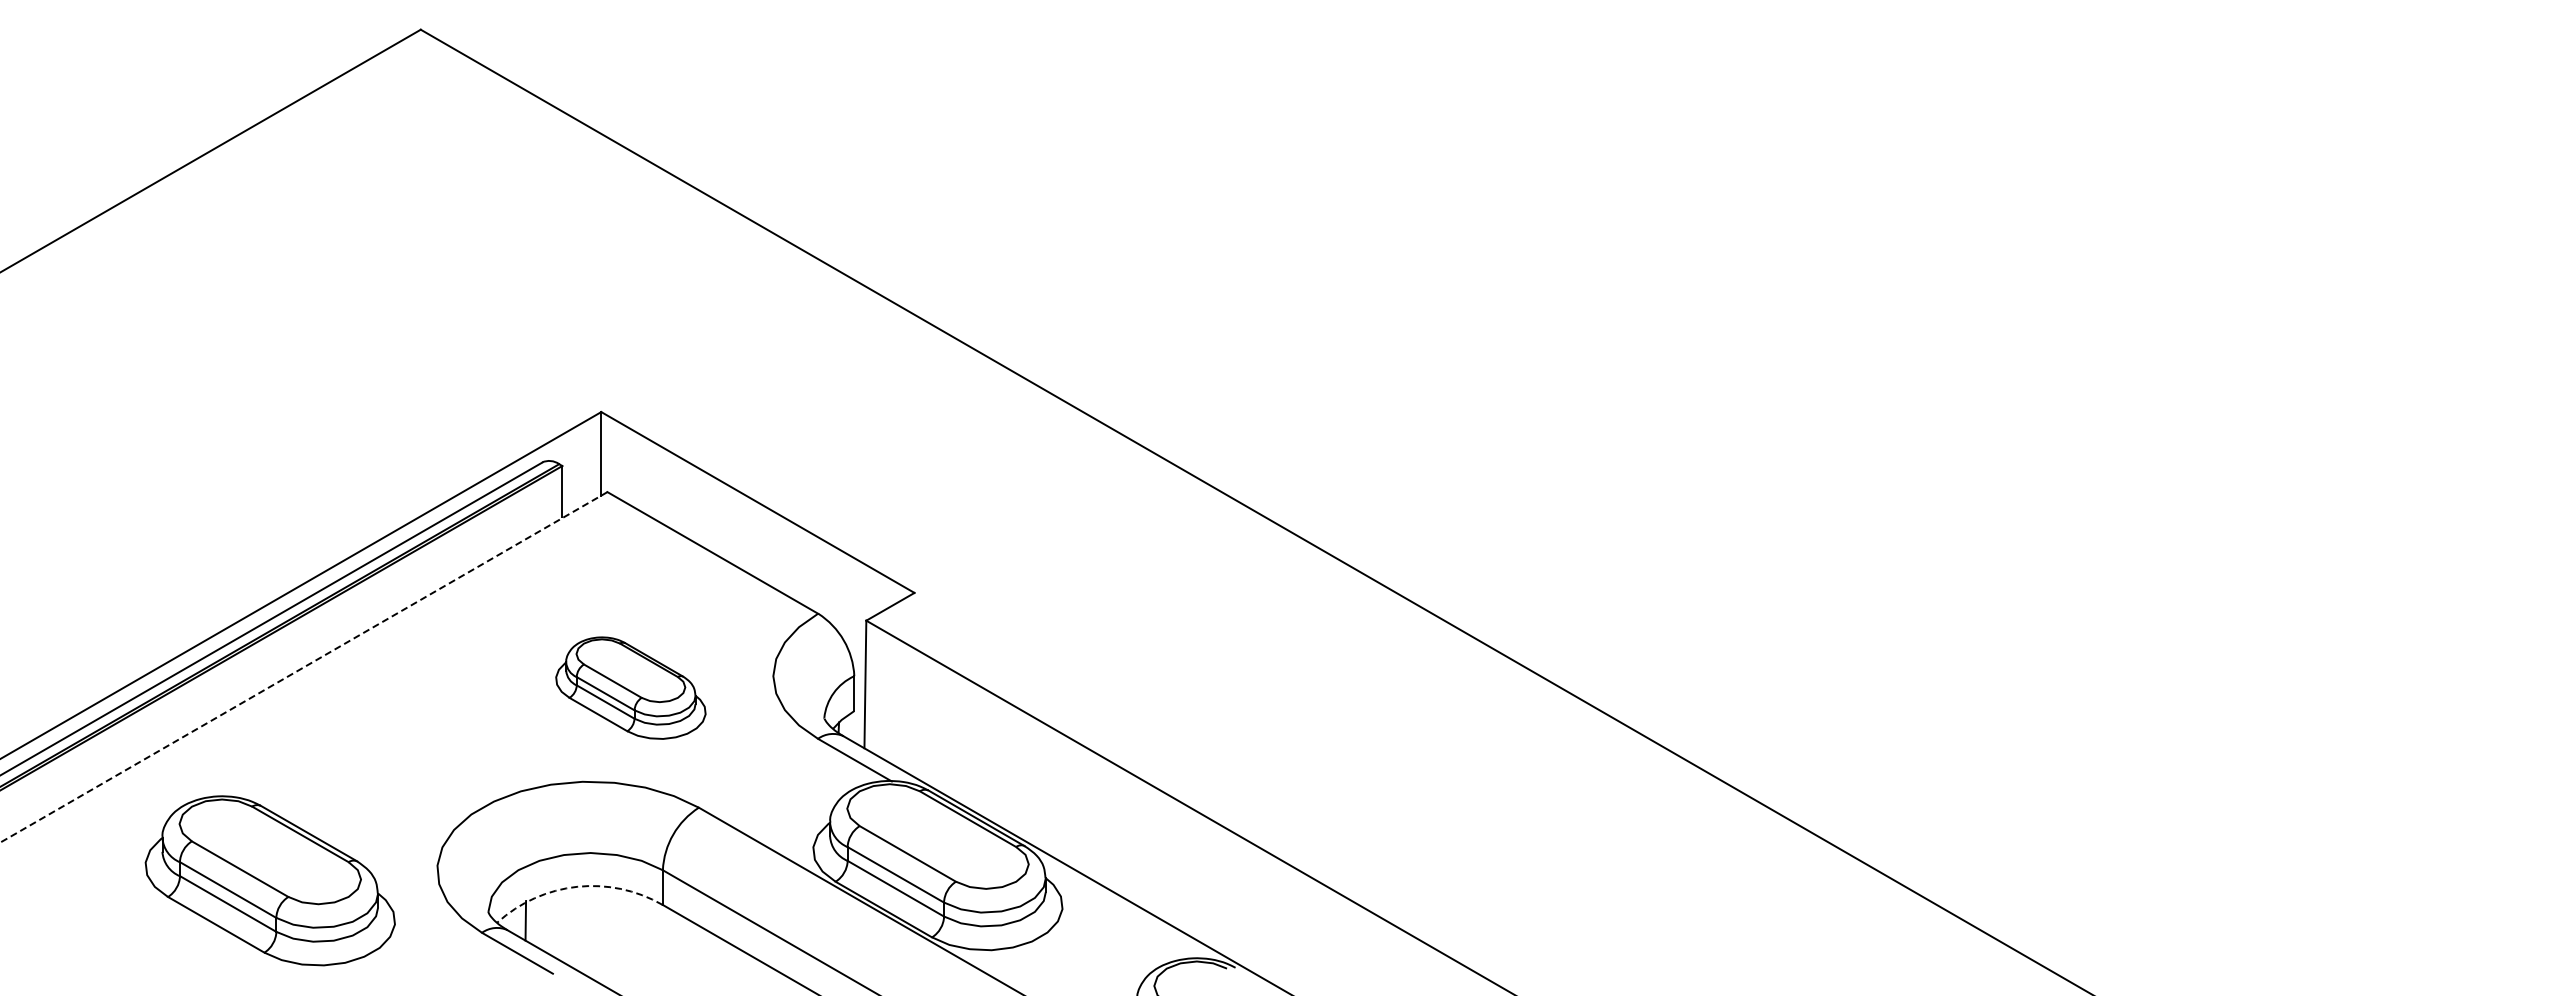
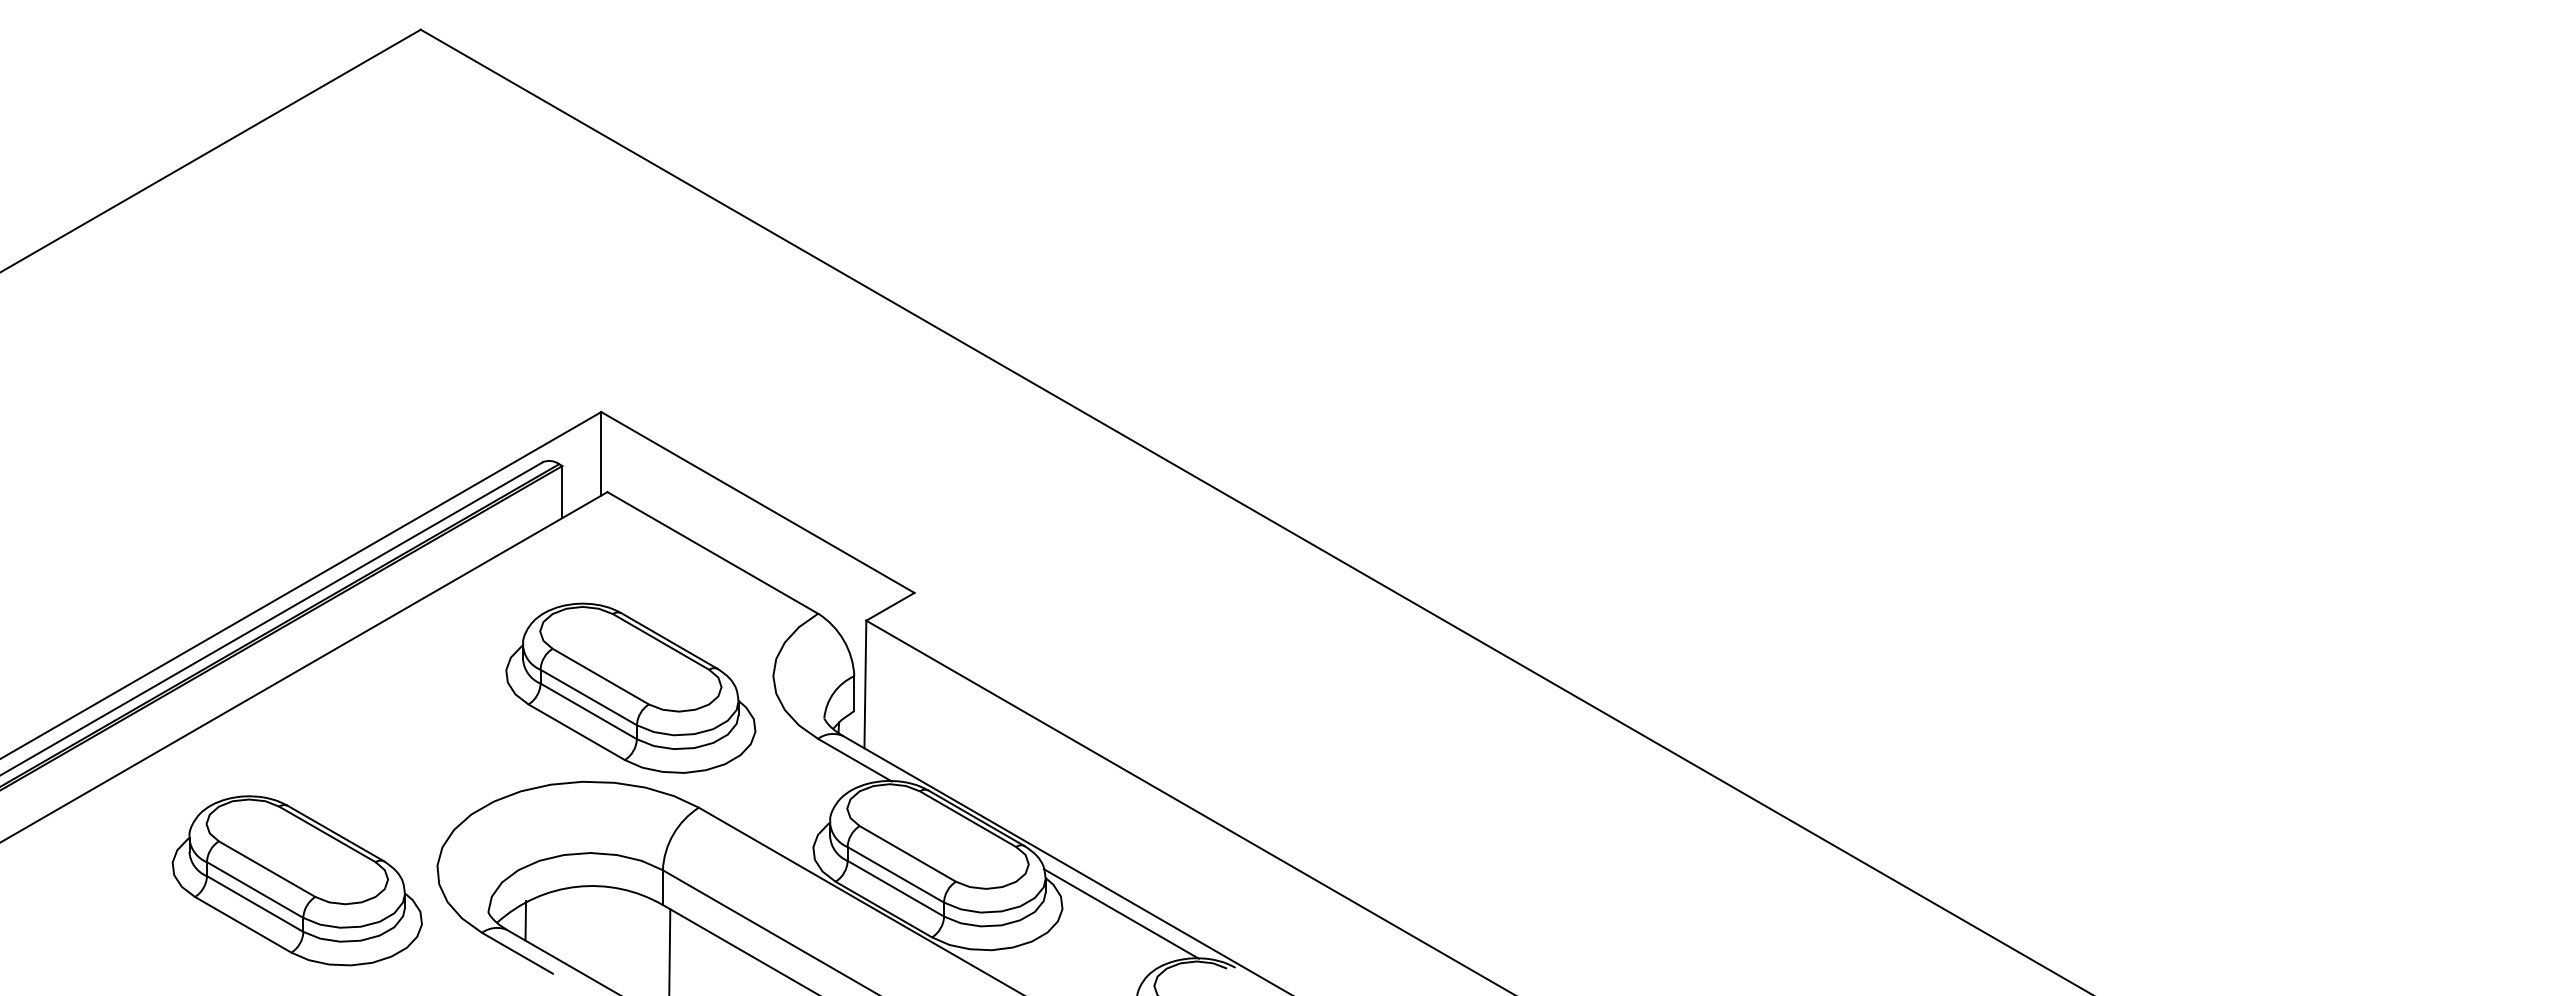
line at (303, 667): dashed -> solid
part at (630, 687) size: 152x104 px -> 252x172 px
part at (269, 880) position: (269, 880) -> (296, 880)
arc at (577, 886): dashed -> solid
line at (1120, 913): none -> present
line at (669, 950): none -> present
